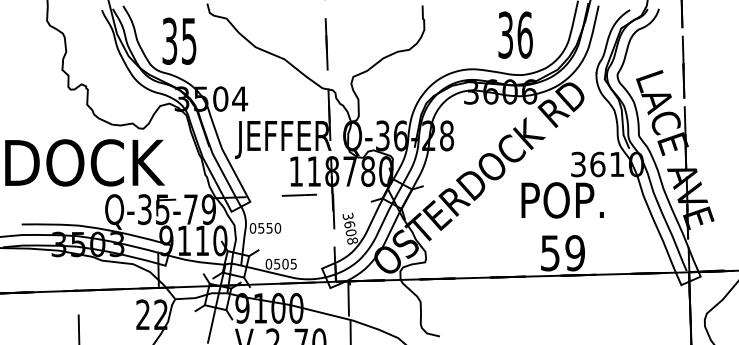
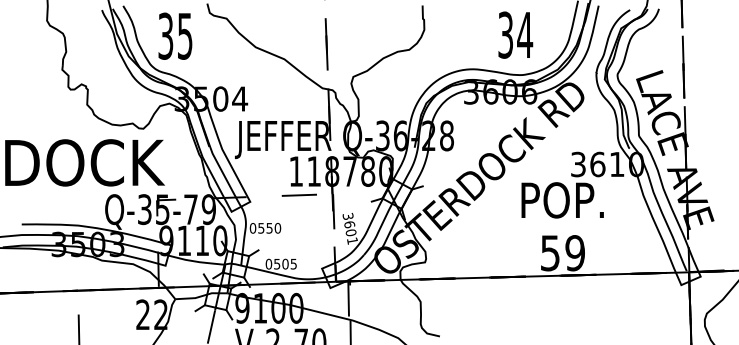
text at (525, 34): 36 -> 34
text at (179, 40) position: (179, 40) -> (175, 35)
text at (352, 240): 3608 -> 3601
